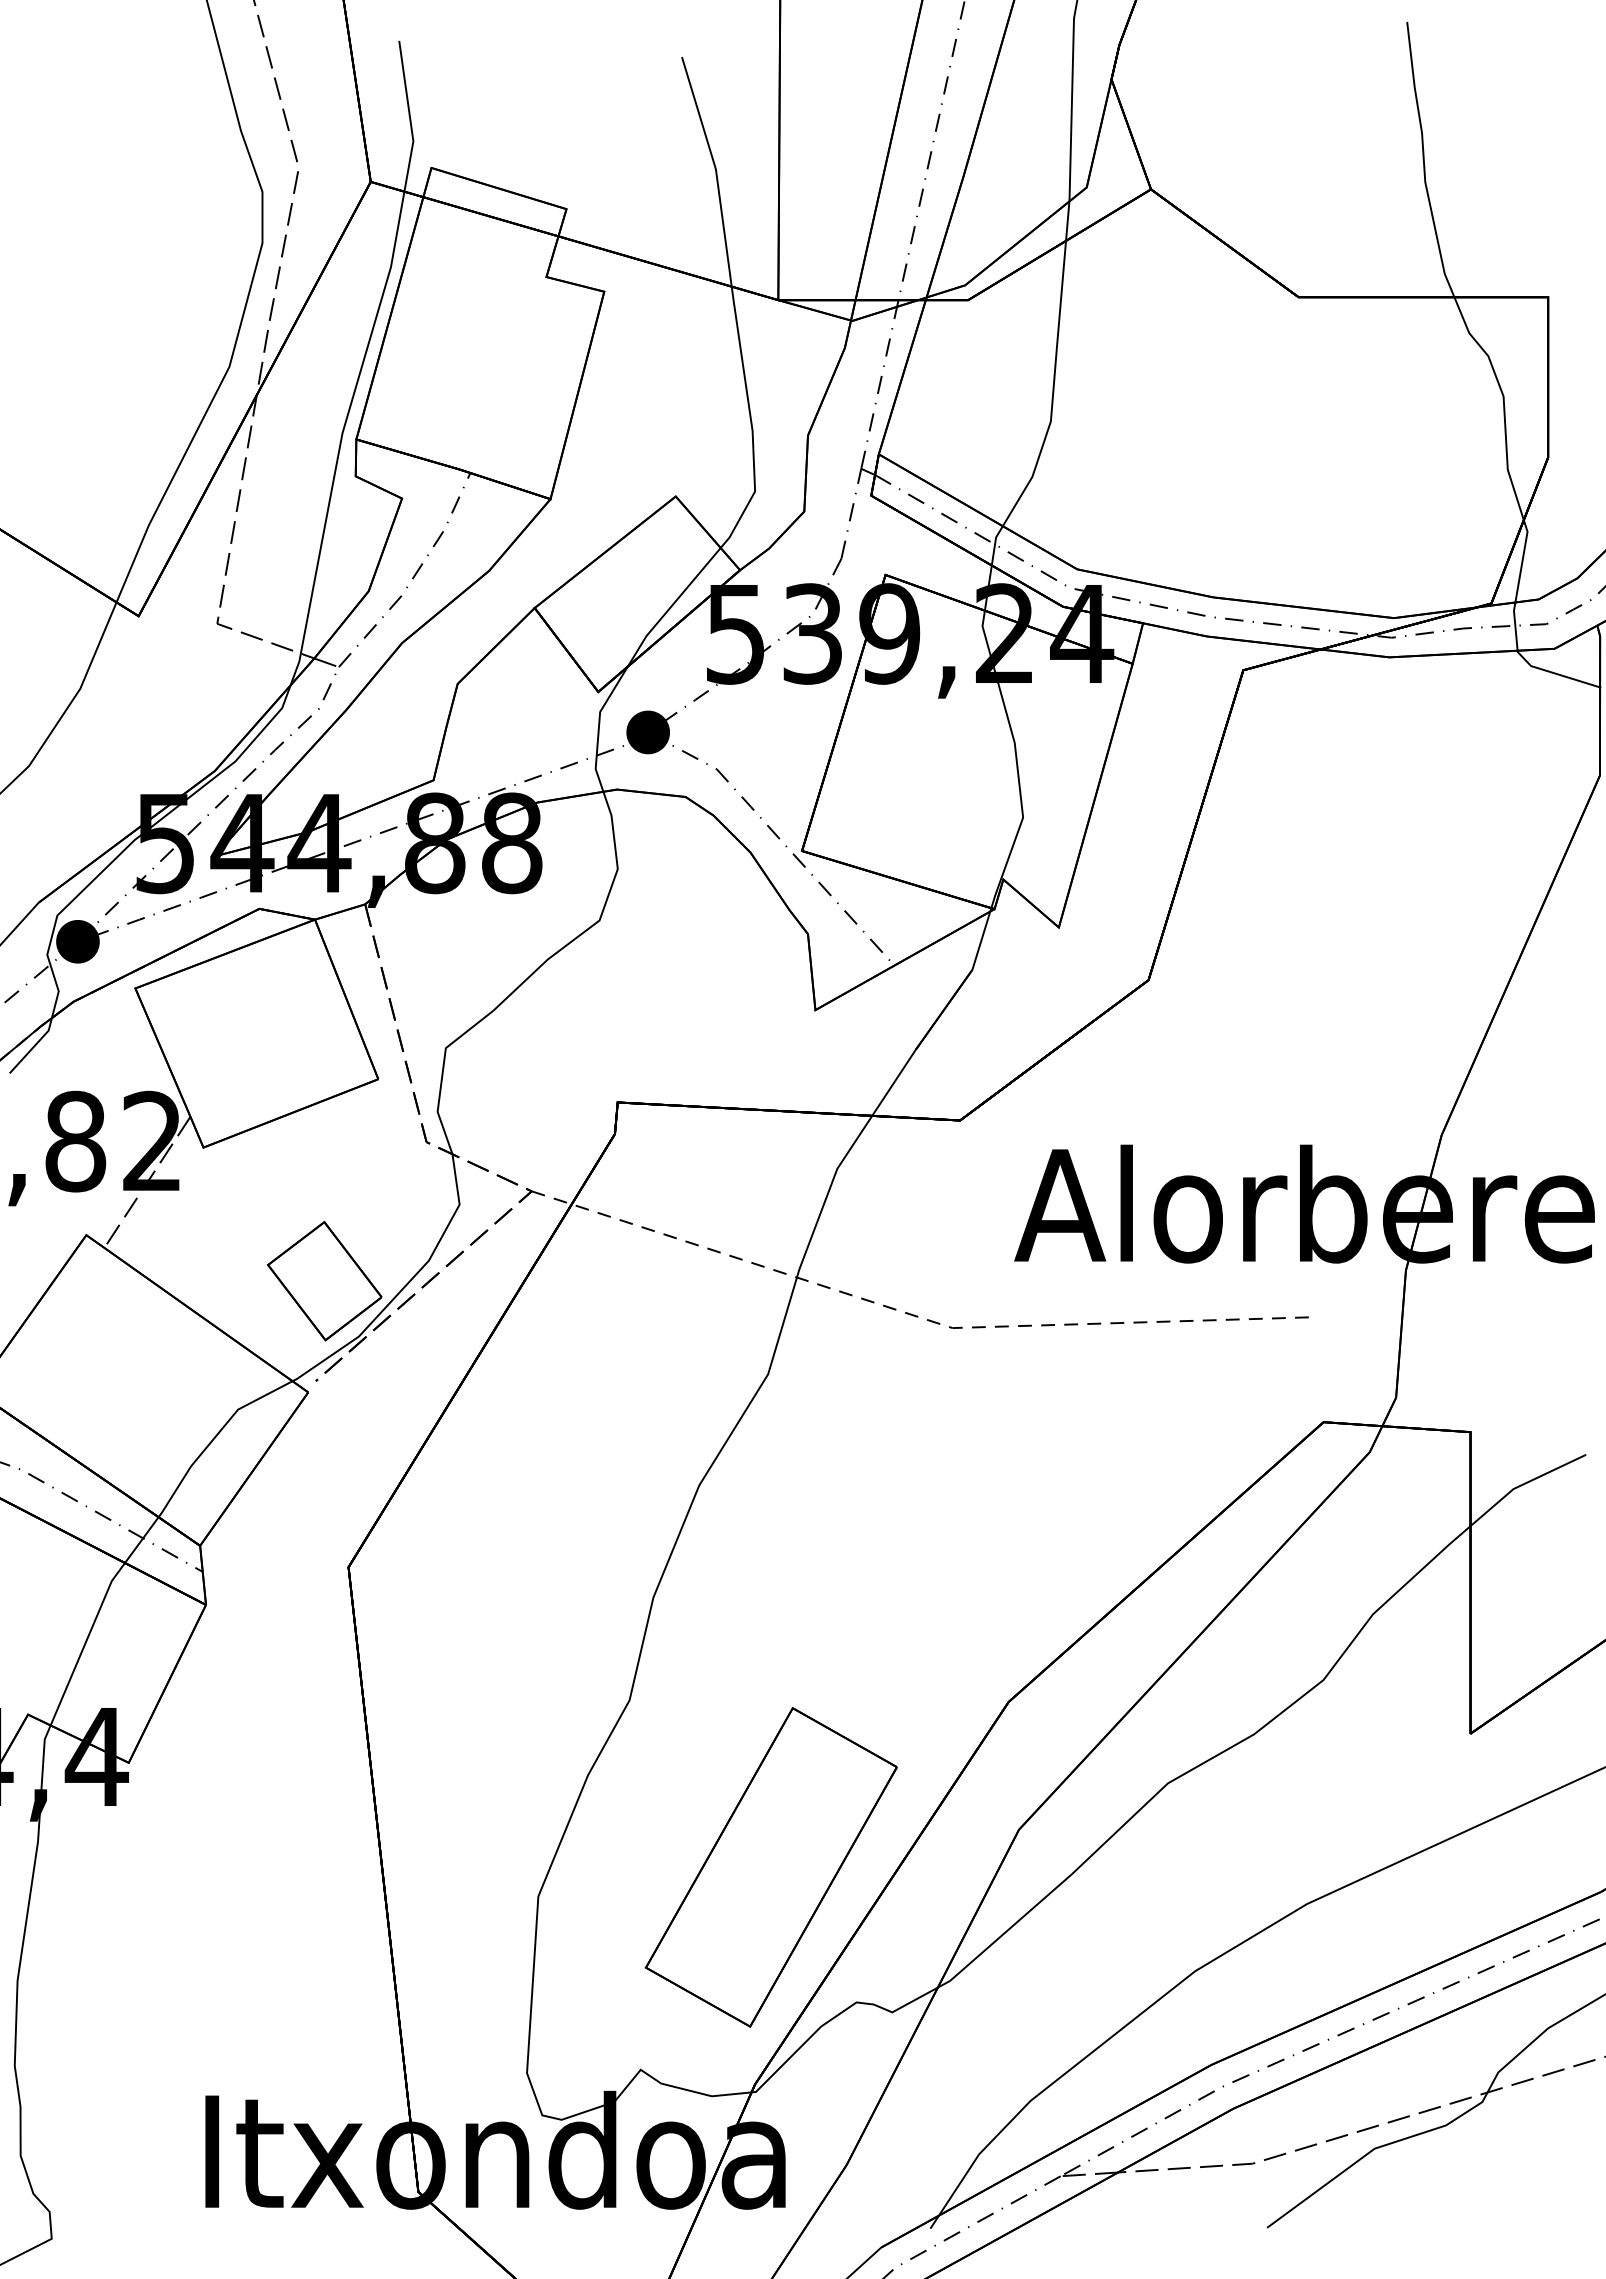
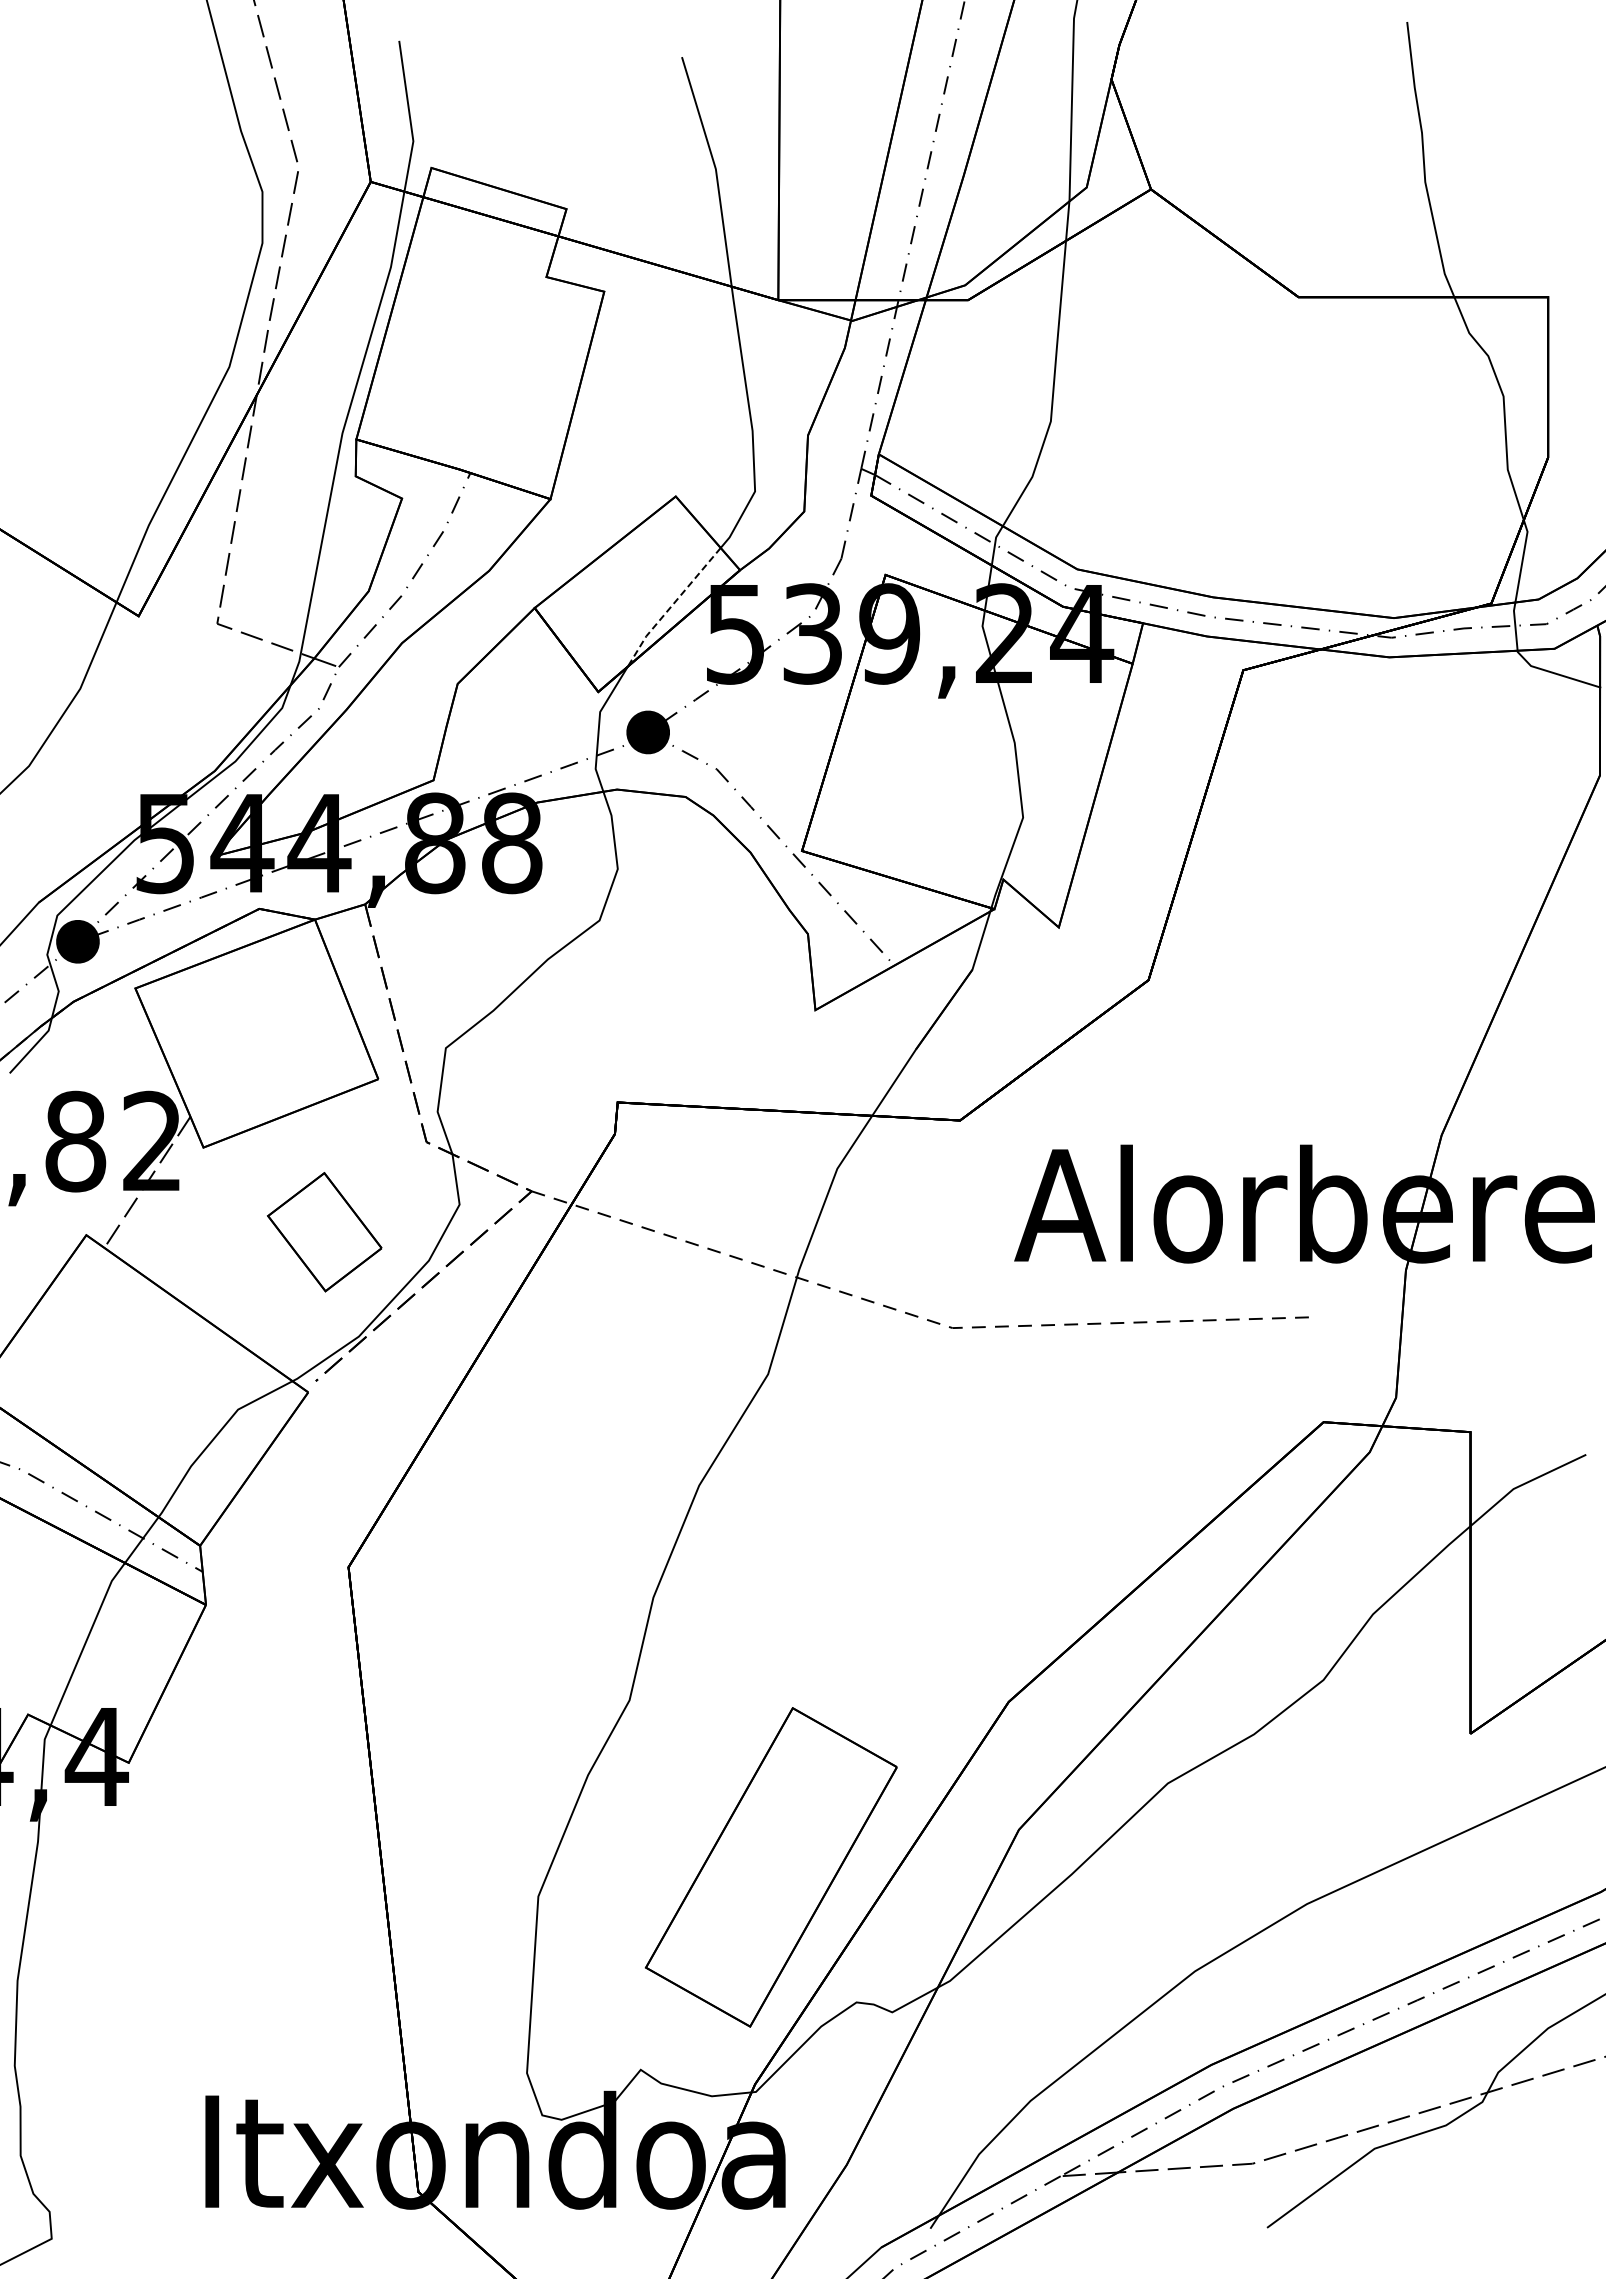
line at (671, 606): solid -> dashed
part at (324, 1281) position: (324, 1281) -> (324, 1232)
